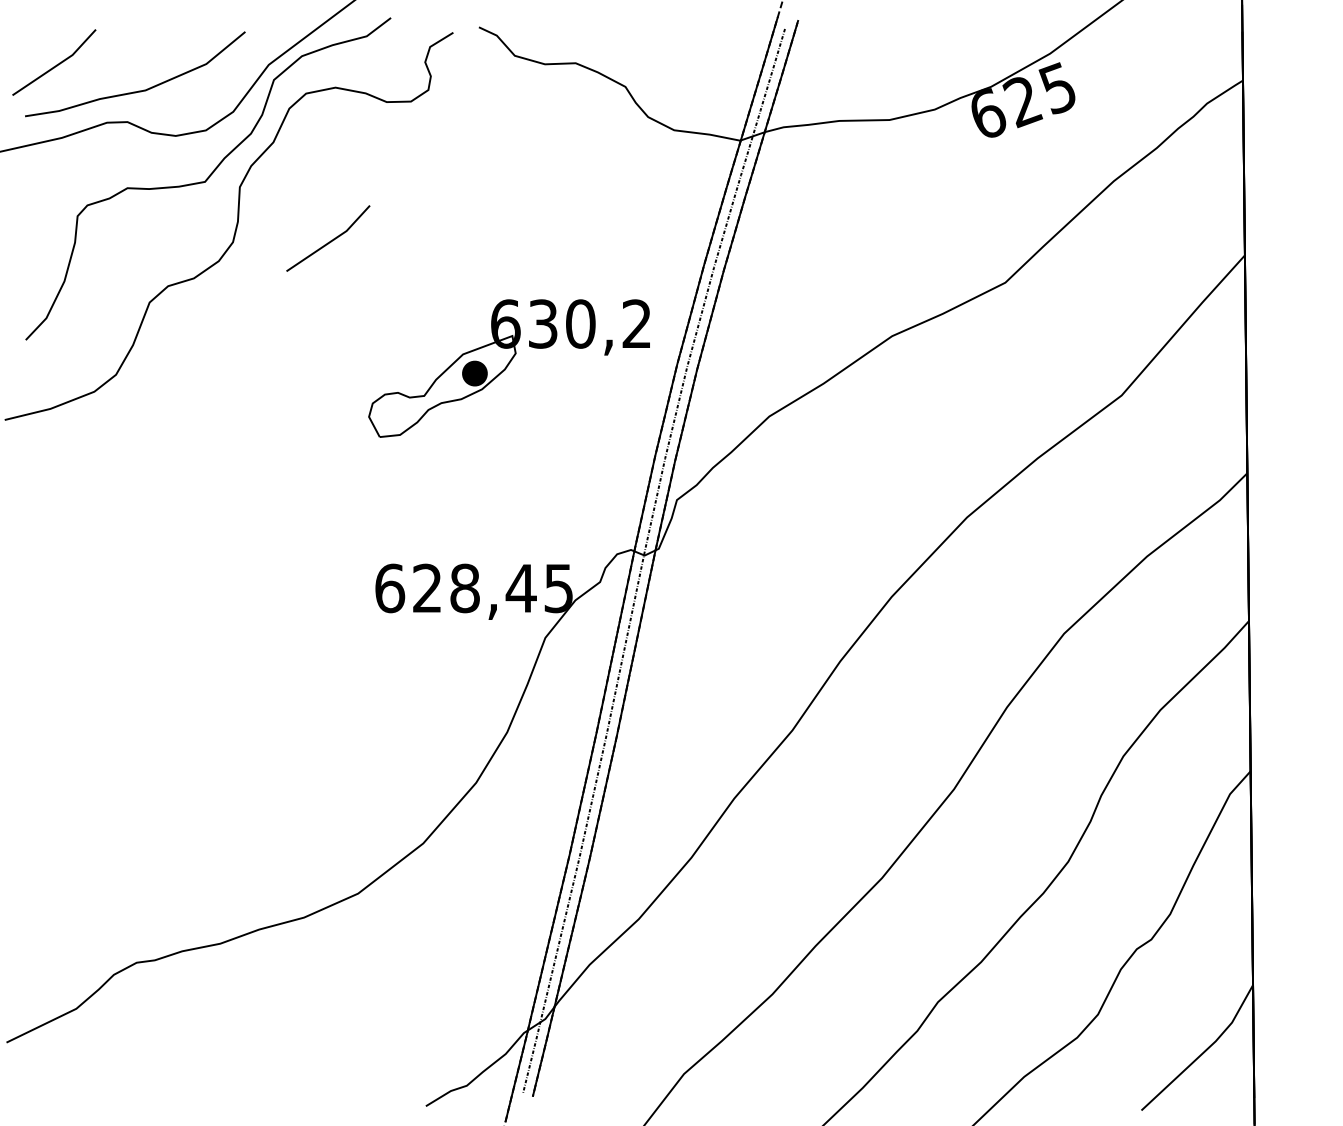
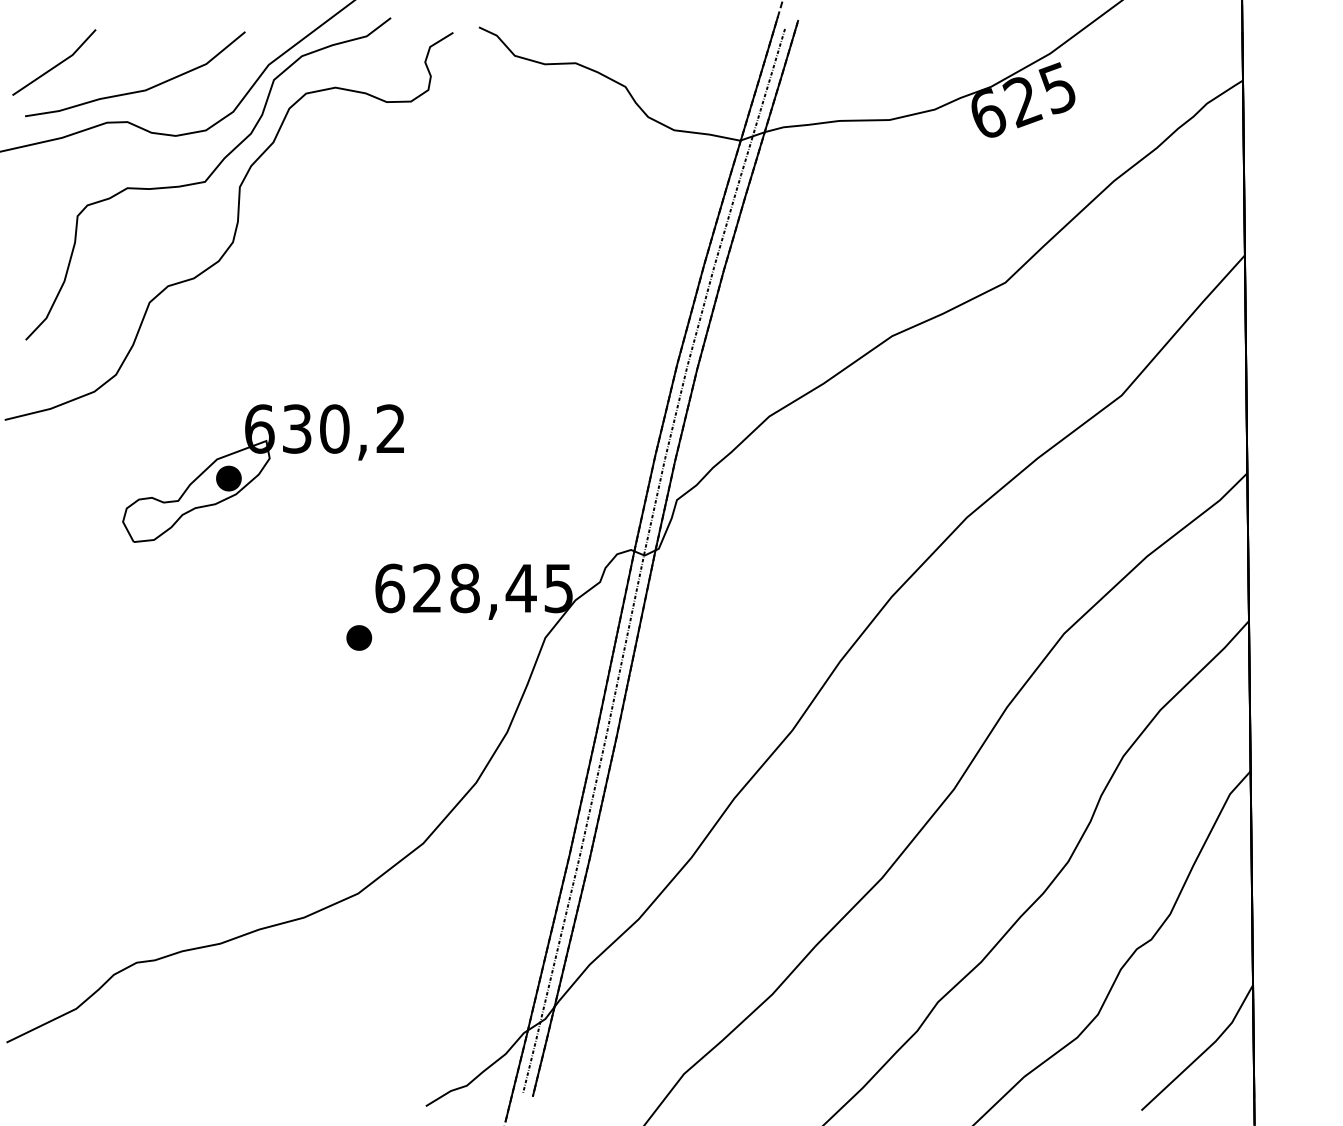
line at (330, 240): present -> none
part at (508, 368) position: (508, 368) -> (262, 473)
part at (359, 637): none -> present
